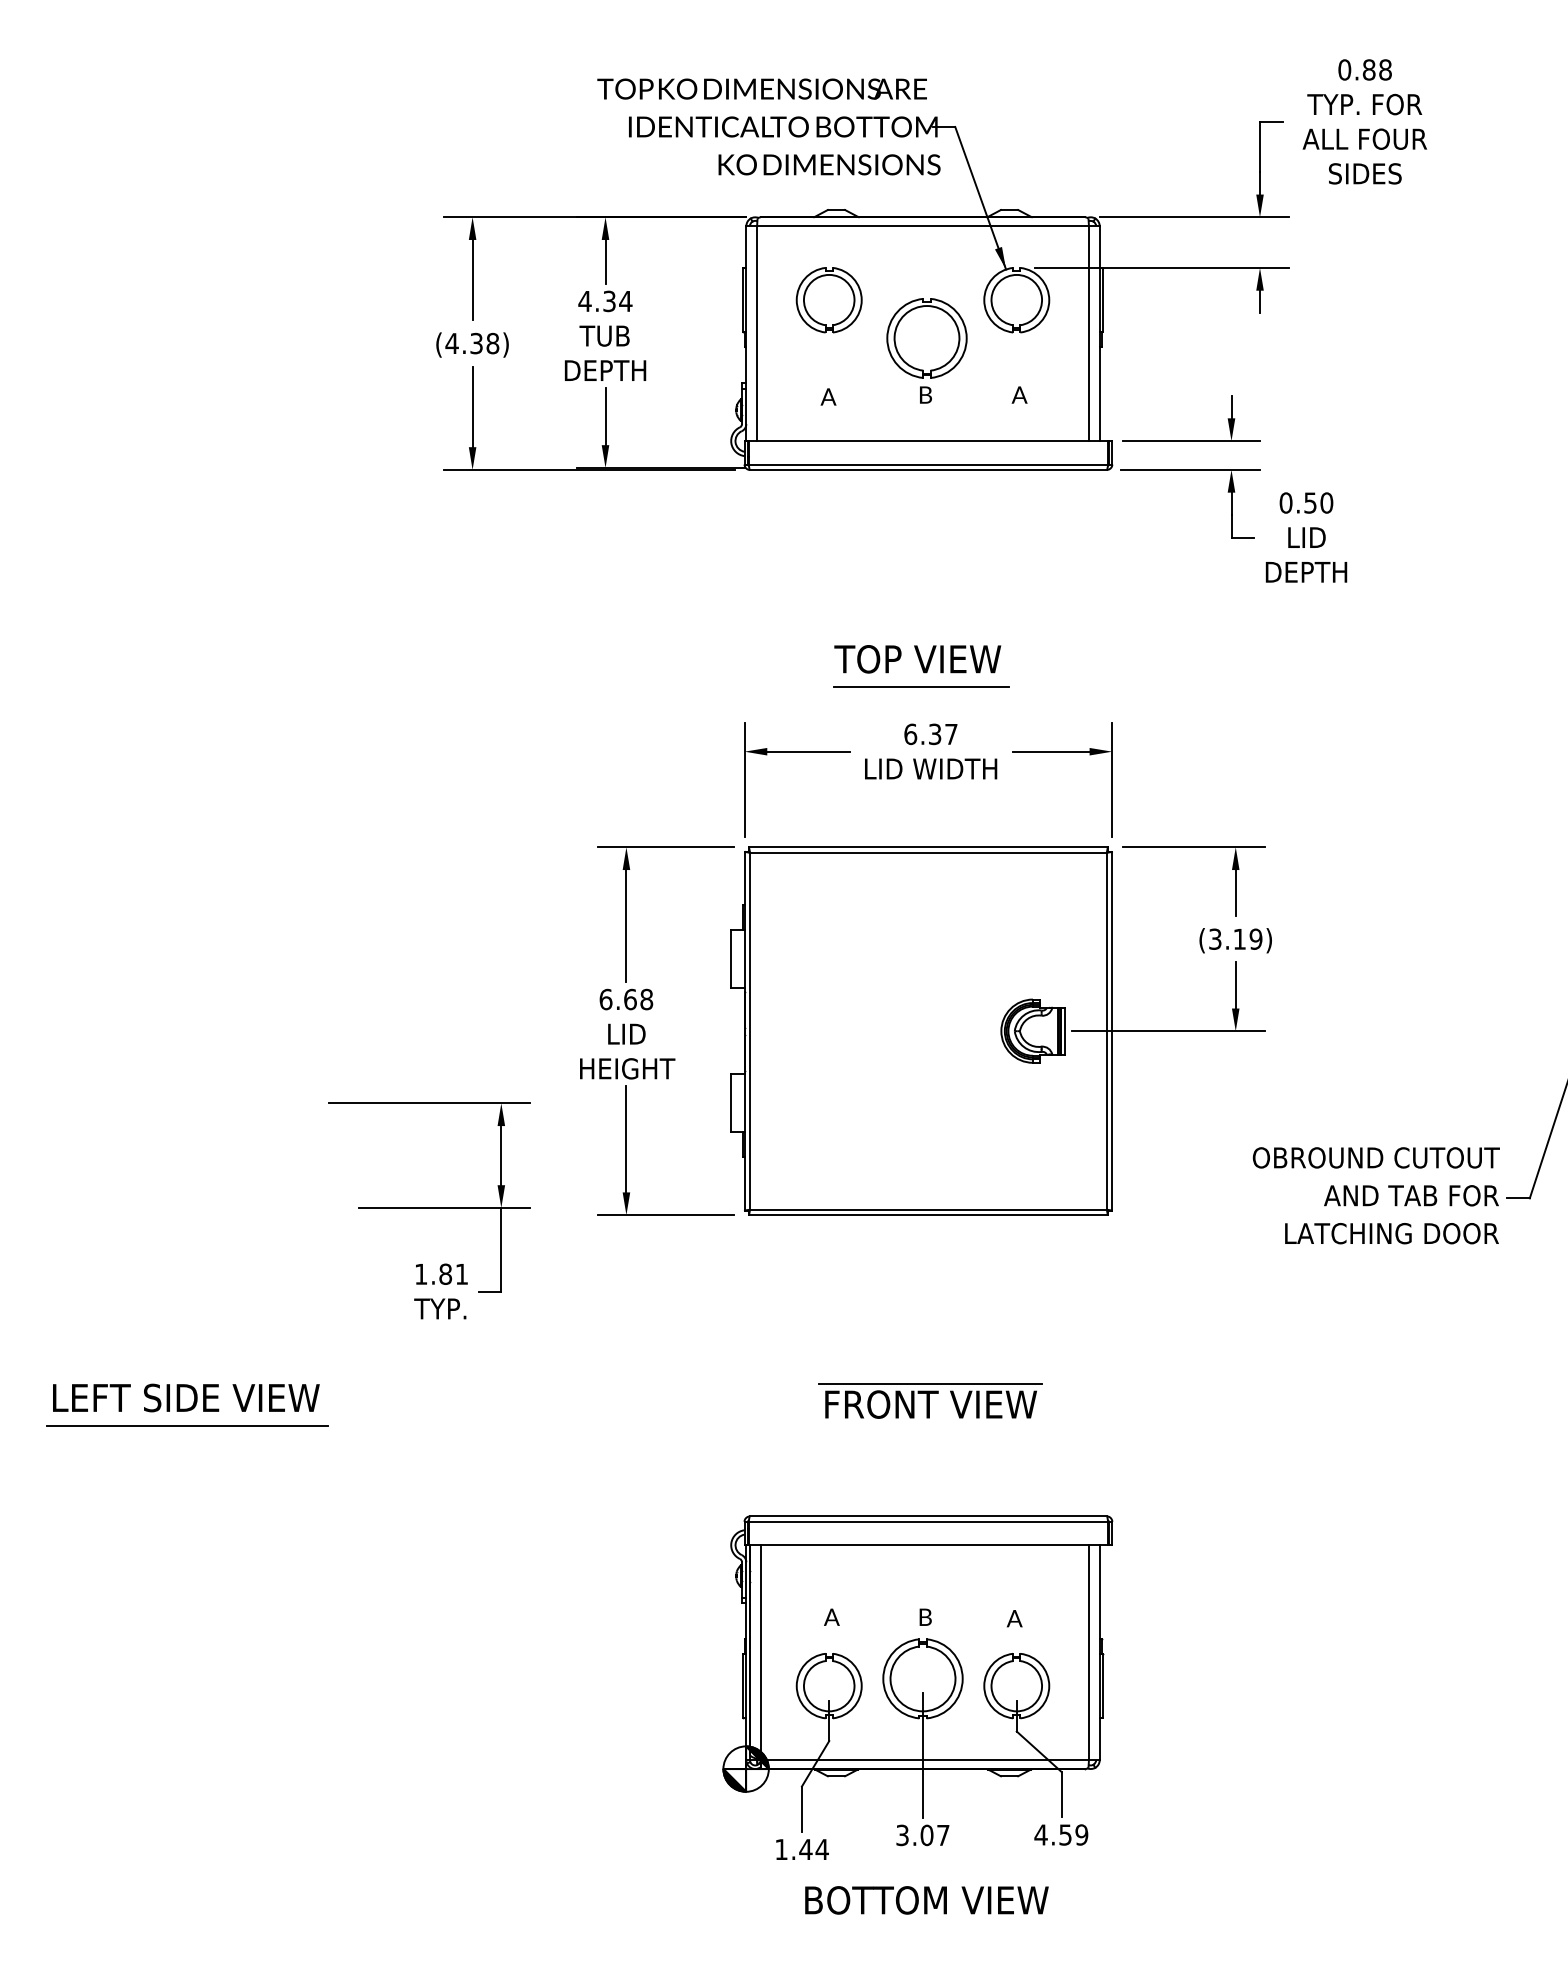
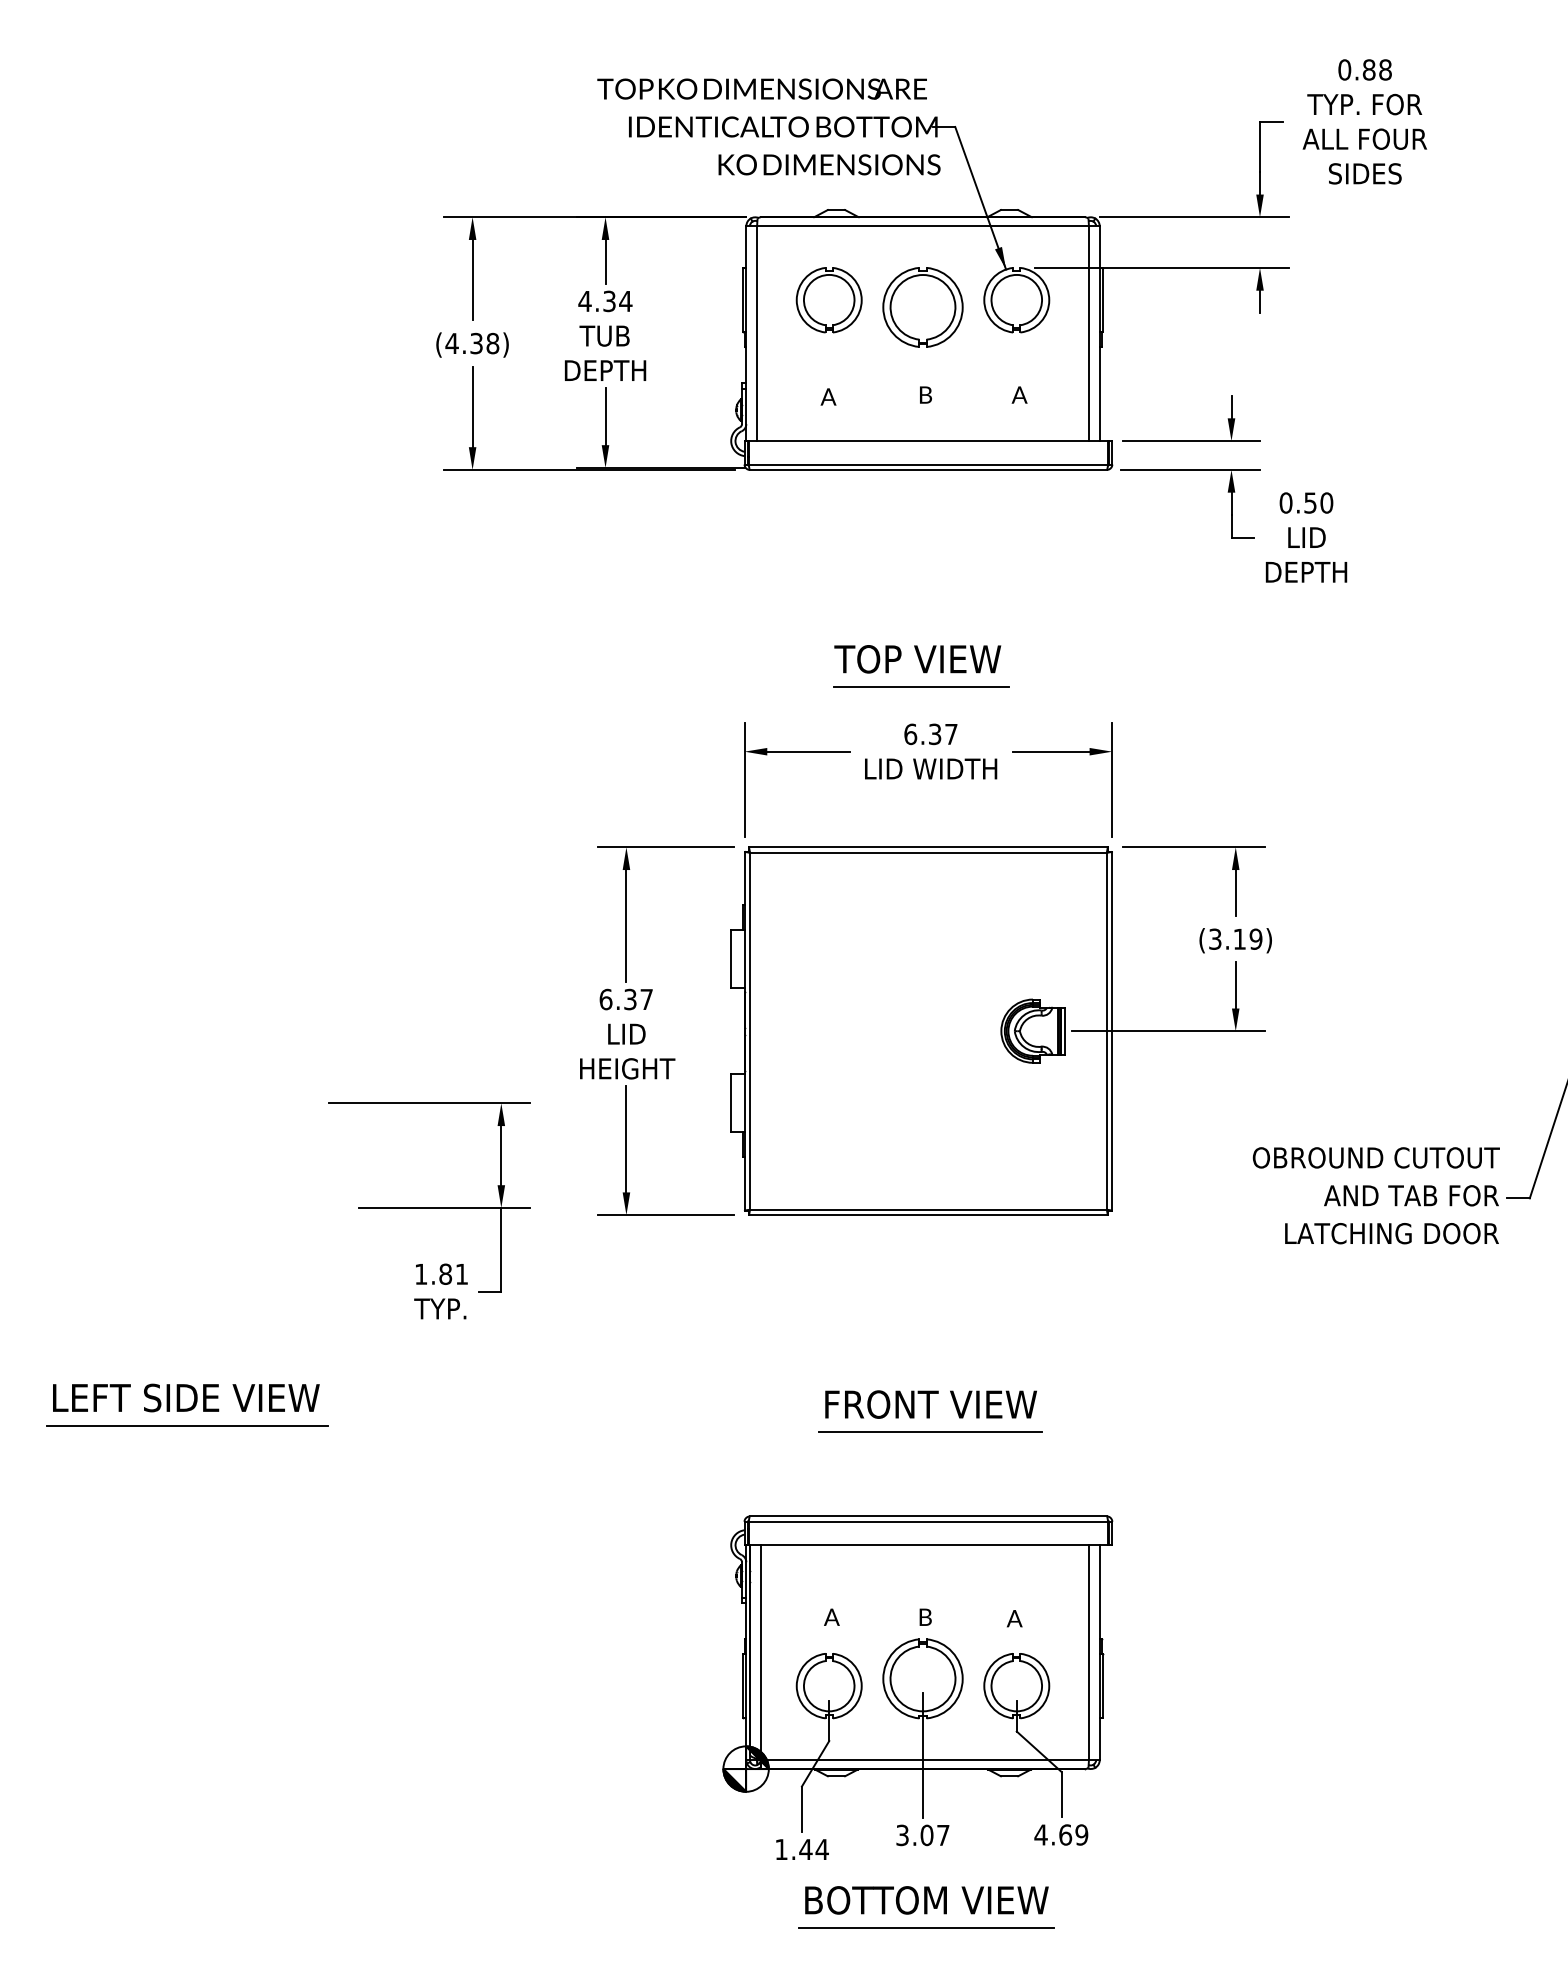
part at (926, 338) position: (926, 338) -> (922, 307)
text at (638, 999): 6.68 -> 6.37
line at (930, 1383) position: (930, 1383) -> (930, 1431)
text at (1065, 1834): 4.59 -> 4.69
line at (926, 1927): none -> present
